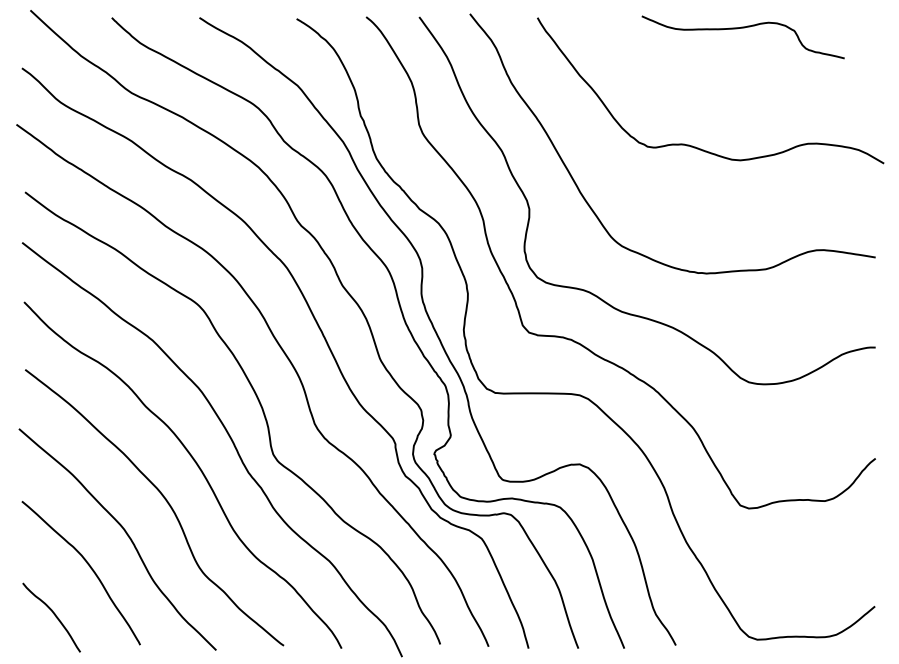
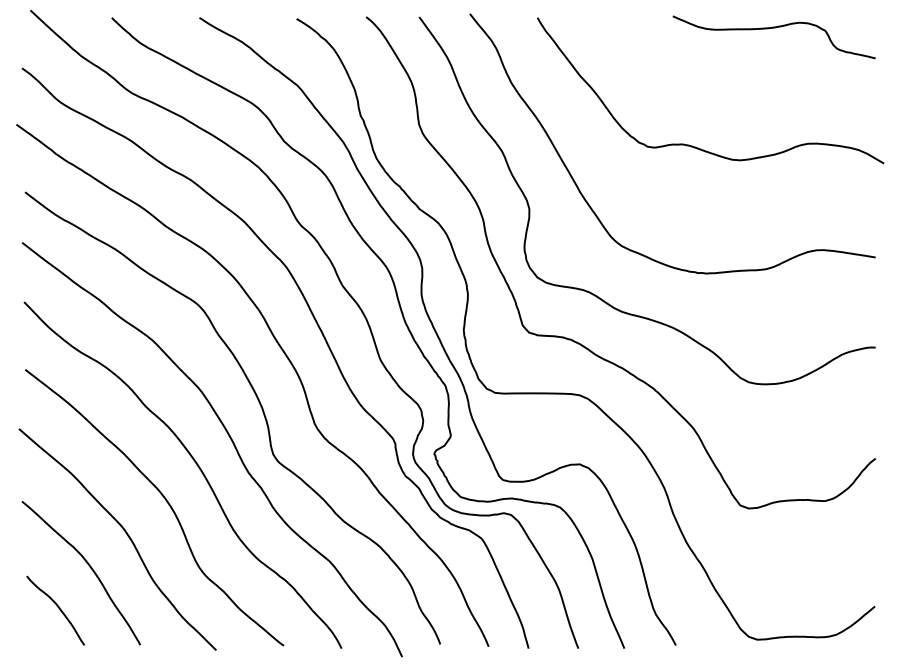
curve at (742, 28) position: (742, 28) -> (773, 28)
curve at (53, 614) position: (53, 614) -> (57, 607)
